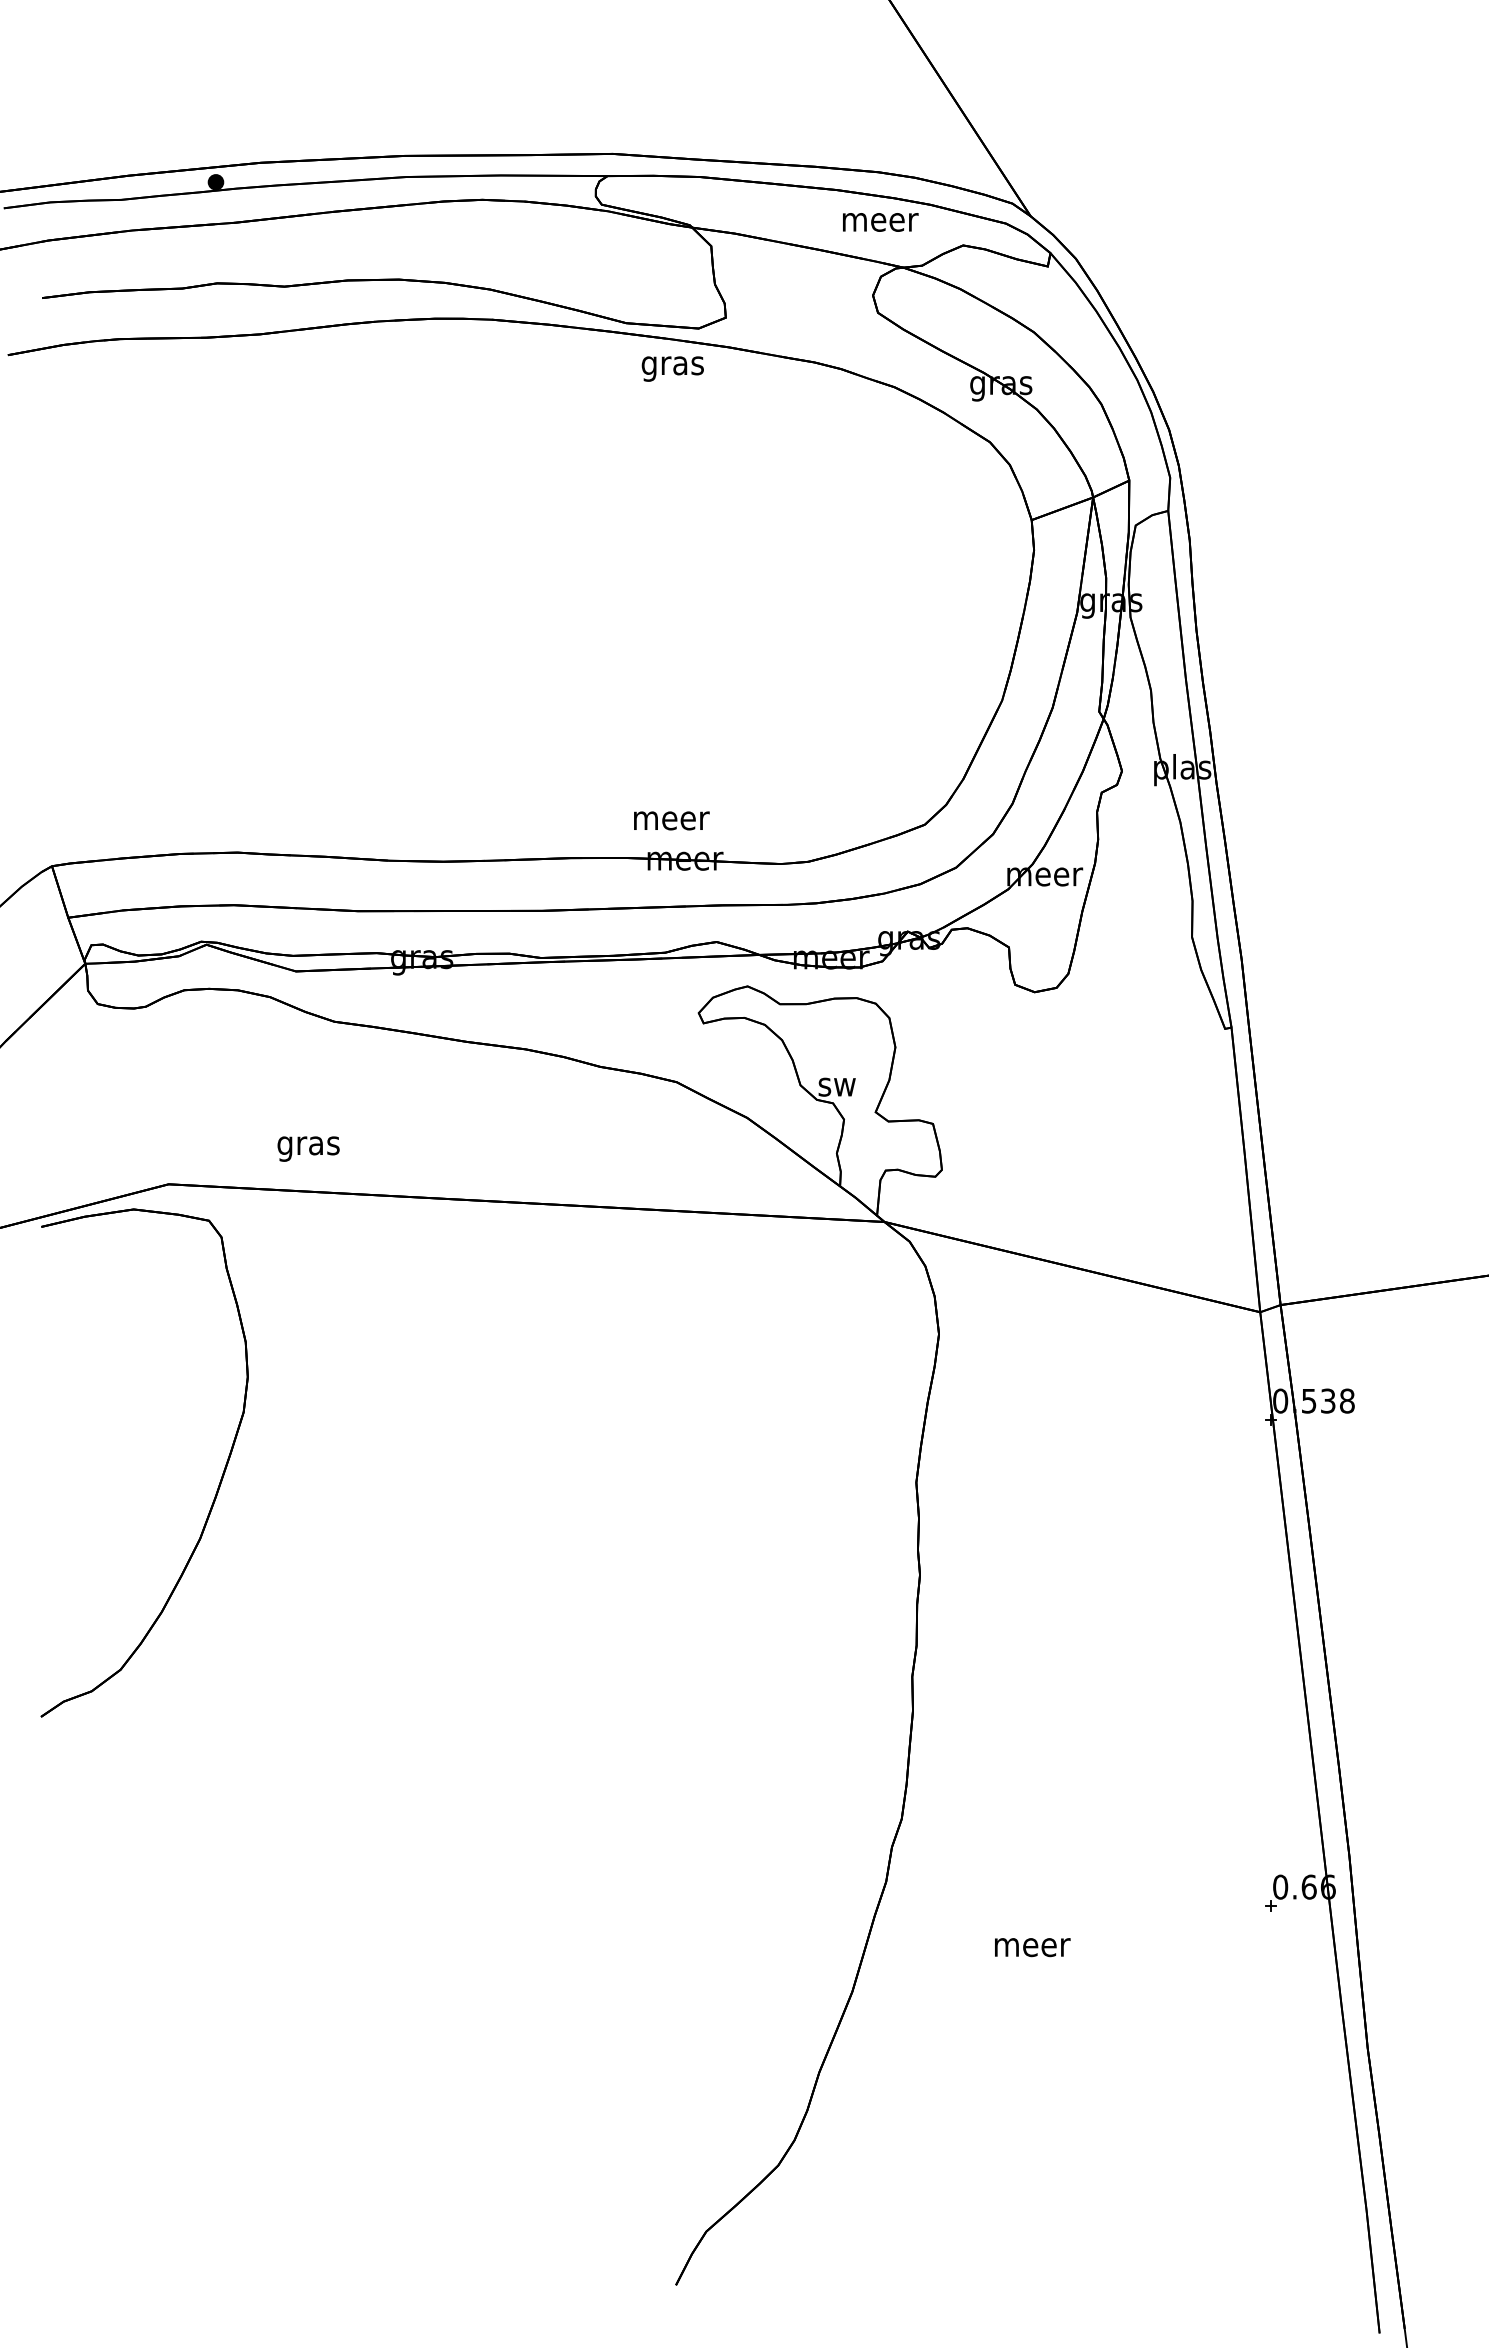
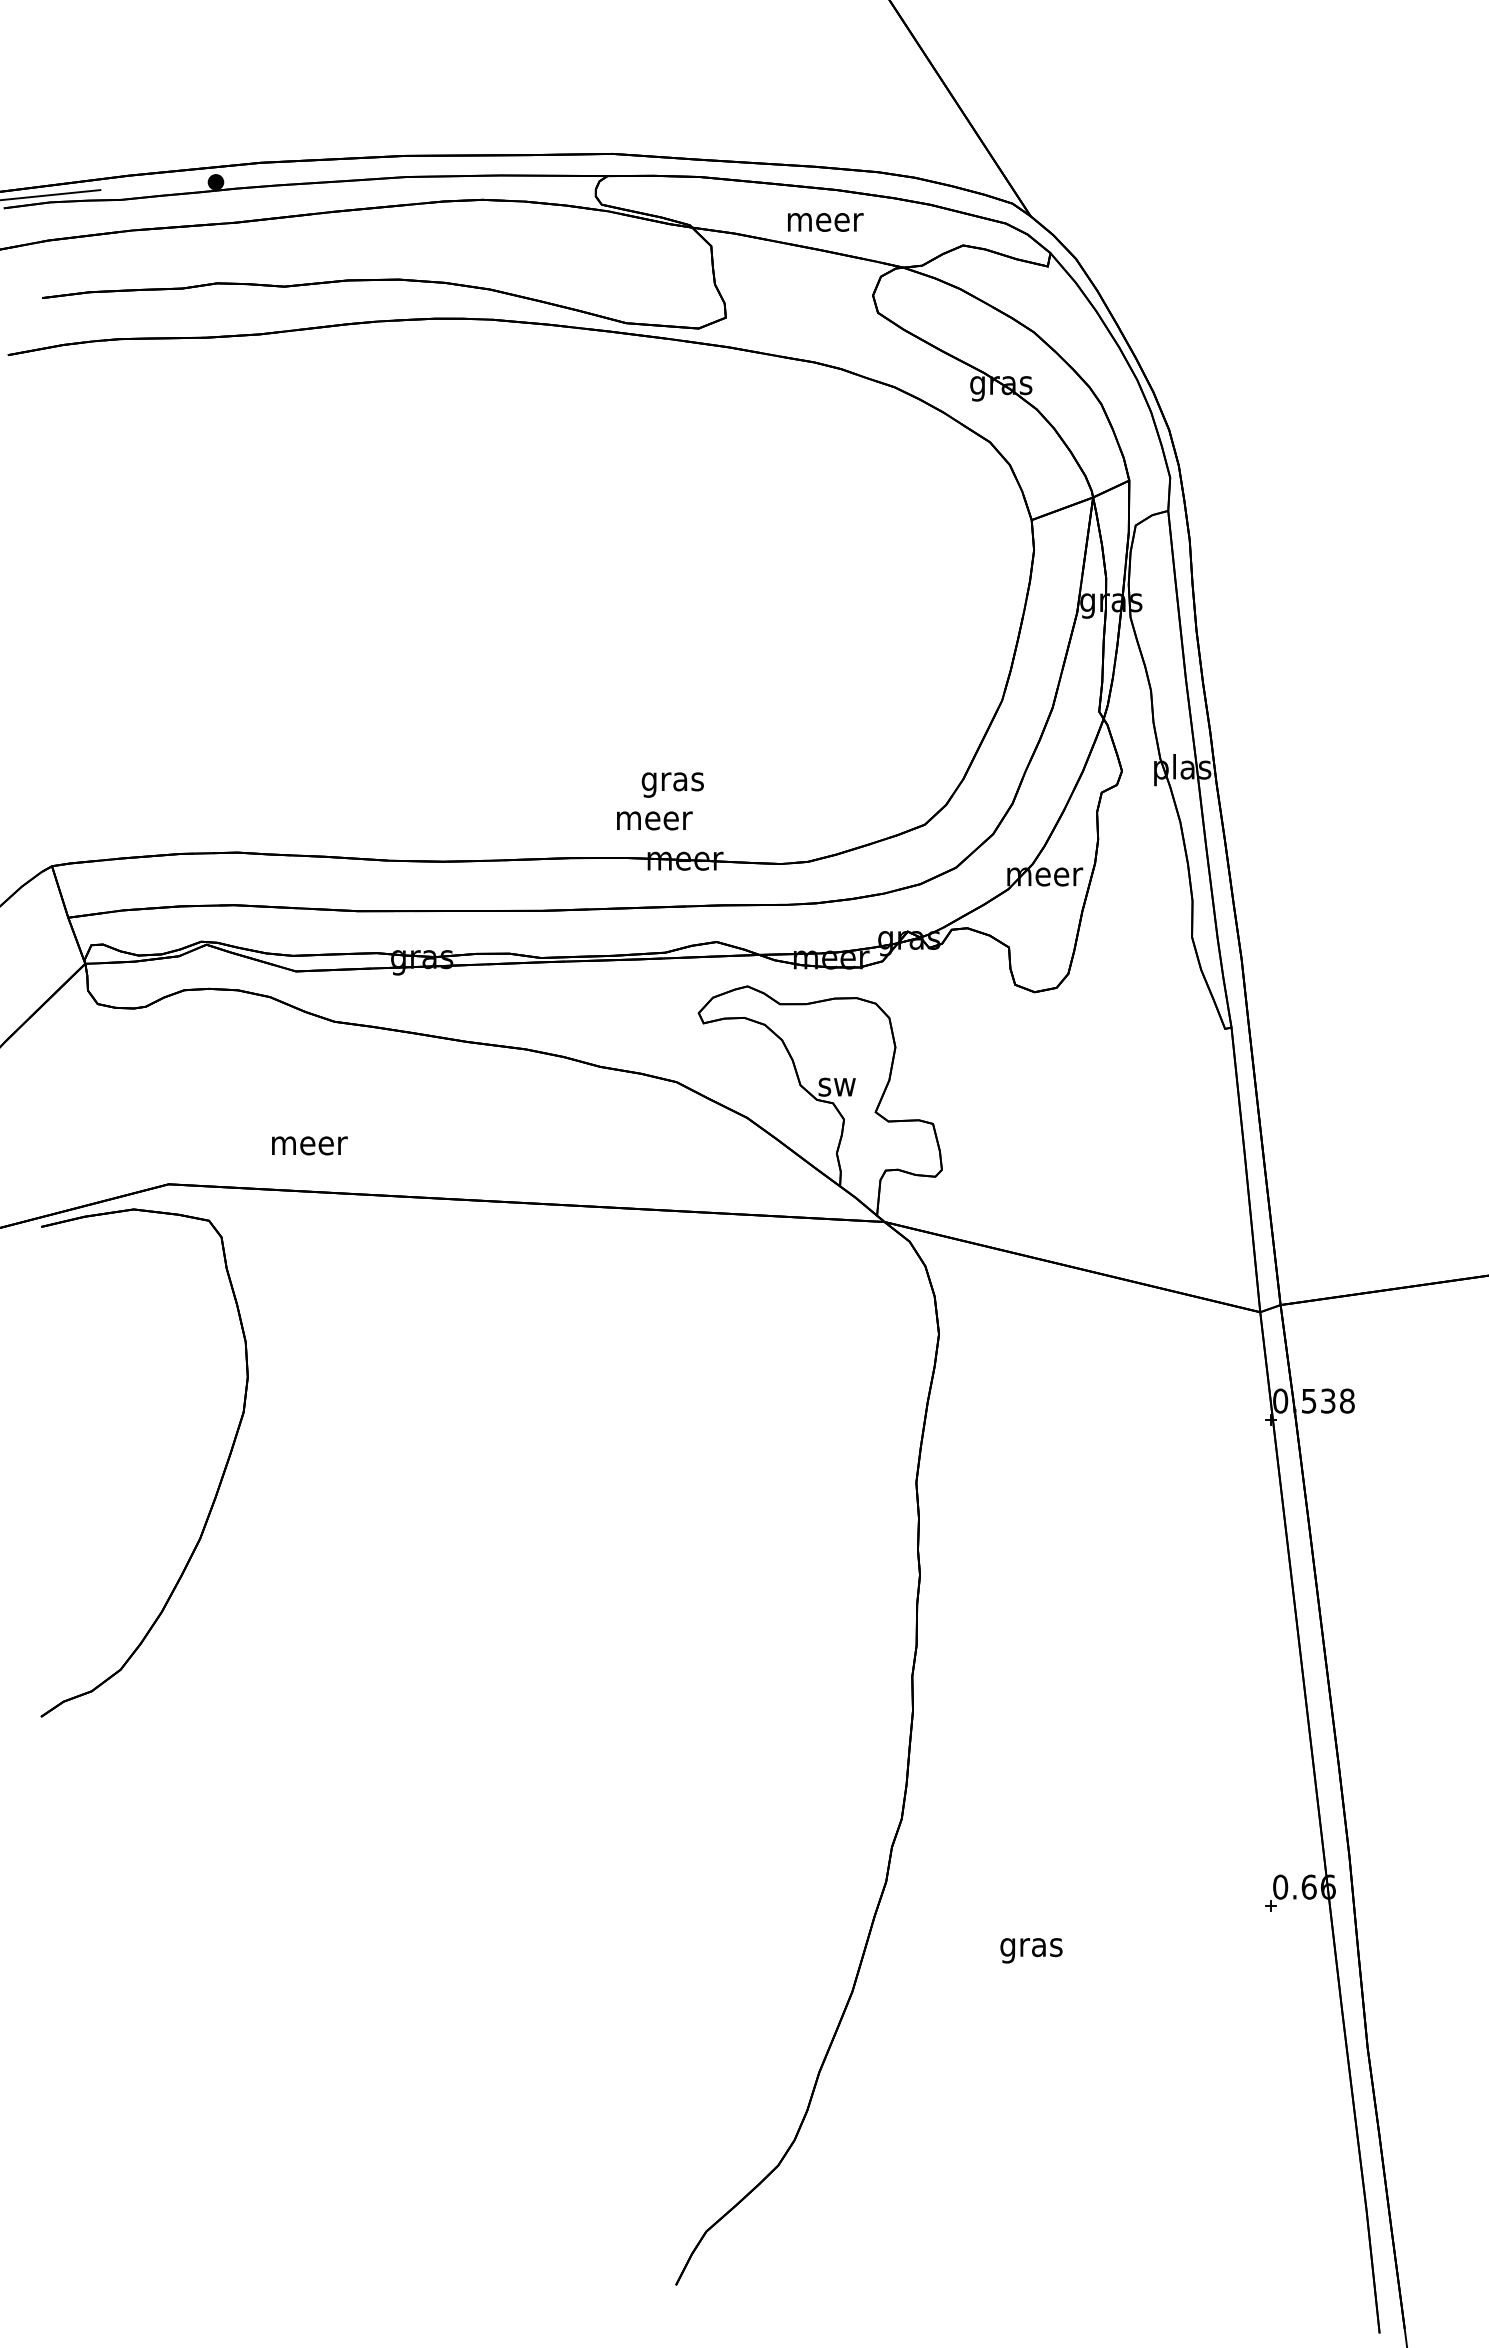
line at (51, 195): none -> present
text at (880, 222) position: (880, 222) -> (825, 222)
text at (672, 368) position: (672, 368) -> (672, 784)
text at (671, 820) position: (671, 820) -> (654, 820)
text at (309, 1148): gras -> meer
text at (1032, 1950): meer -> gras
